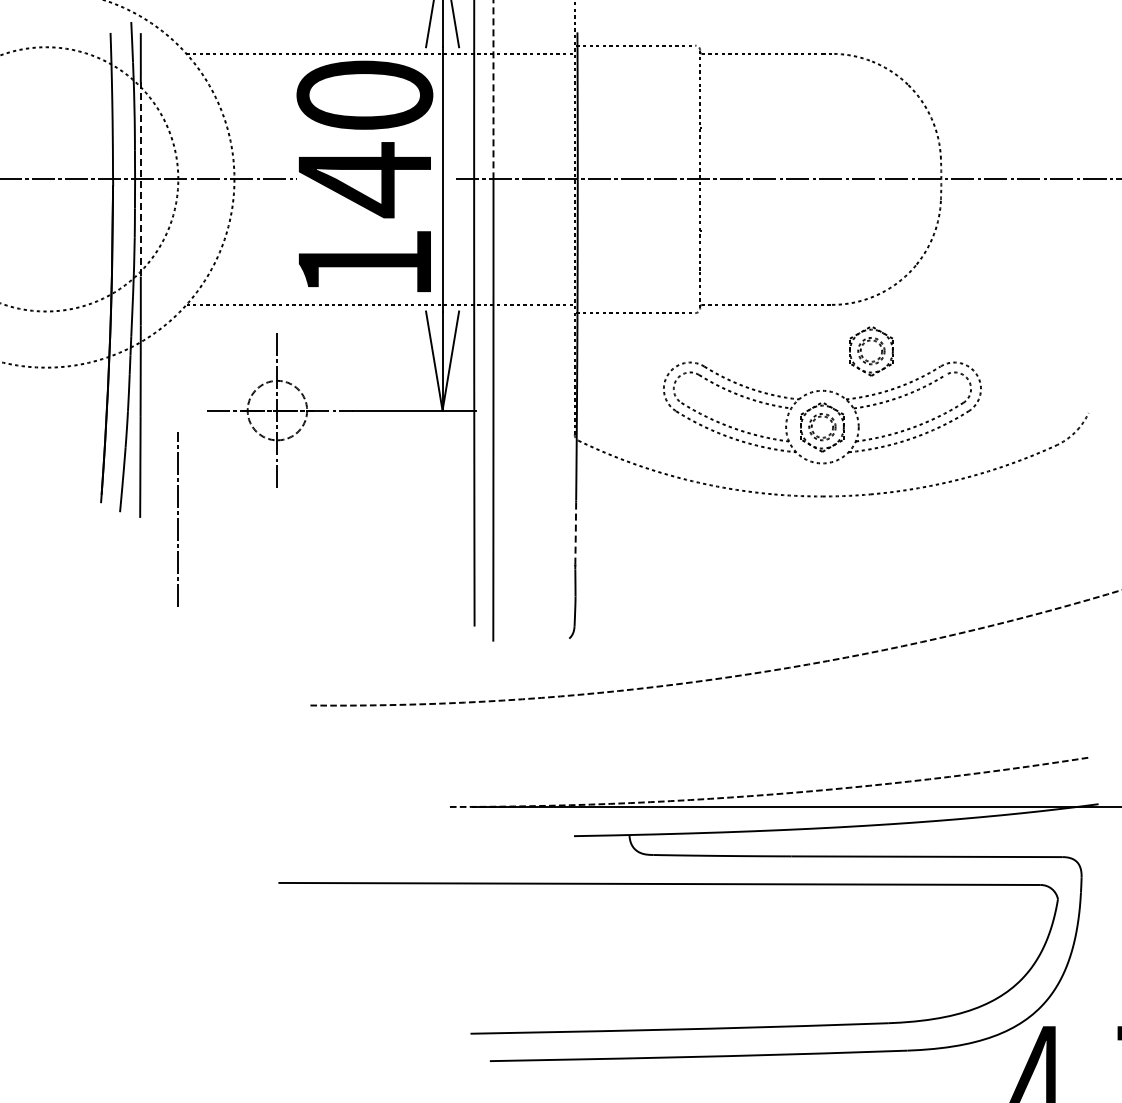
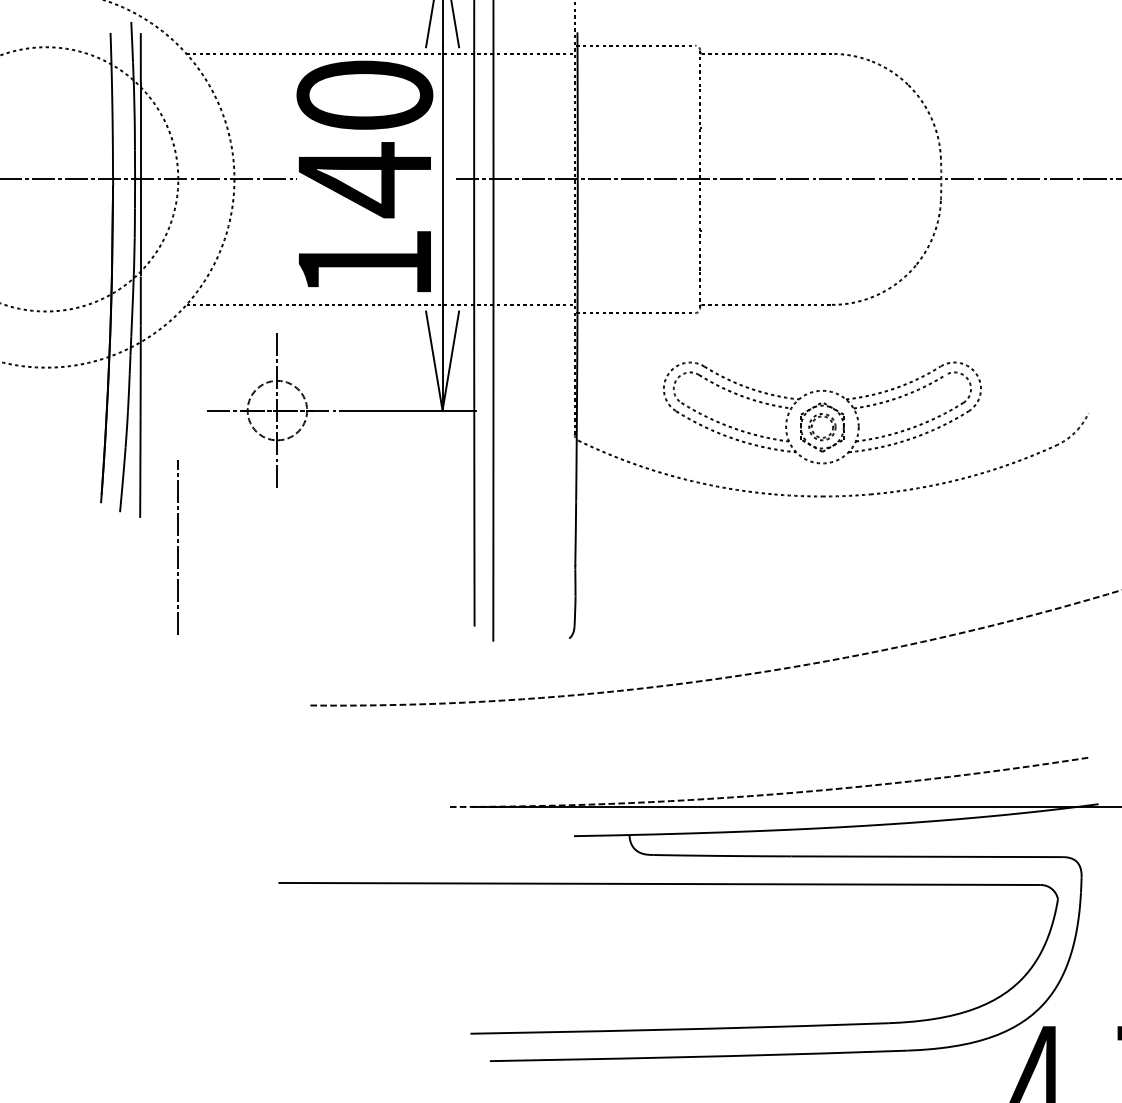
line at (493, 89): dashed -> solid
line at (140, 179): dashed -> solid
part at (872, 360): present -> none
line at (177, 519) position: (177, 519) -> (177, 547)
line at (575, 533): dashed -> solid
